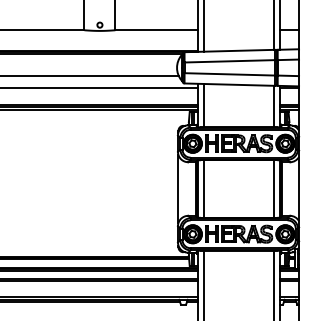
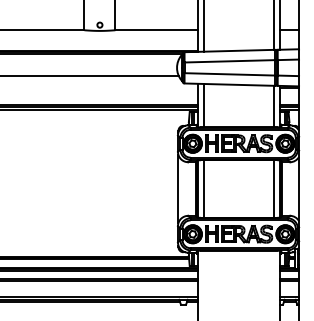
line at (100, 88): present -> none
line at (204, 283): present -> none
line at (274, 283): present -> none
